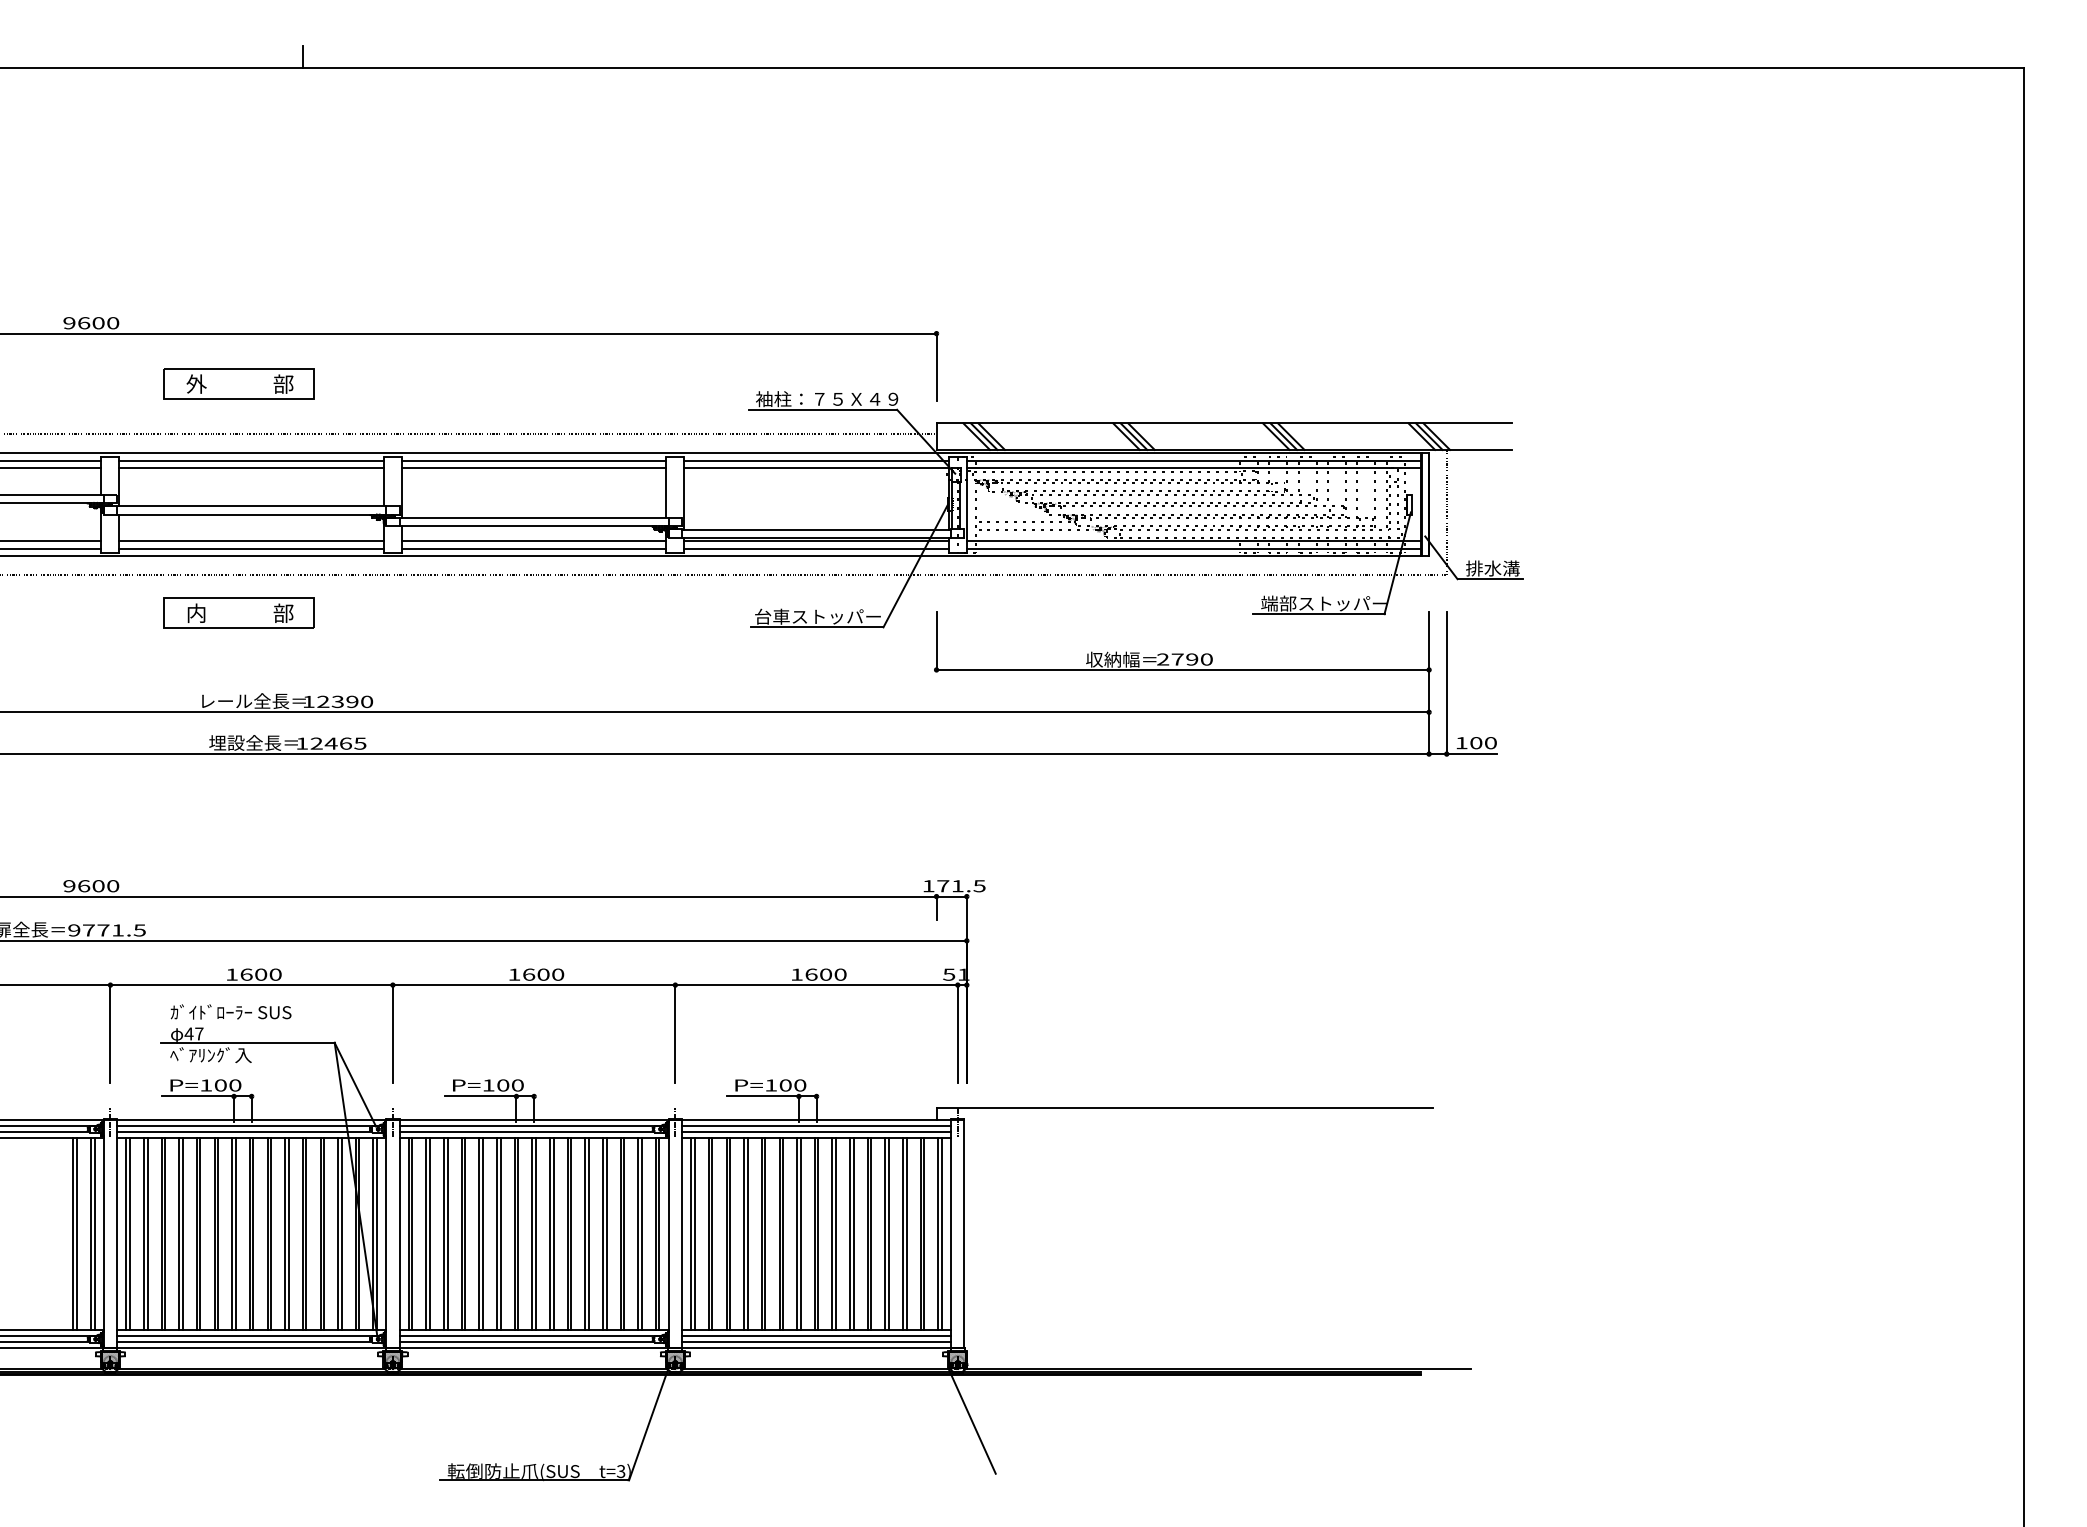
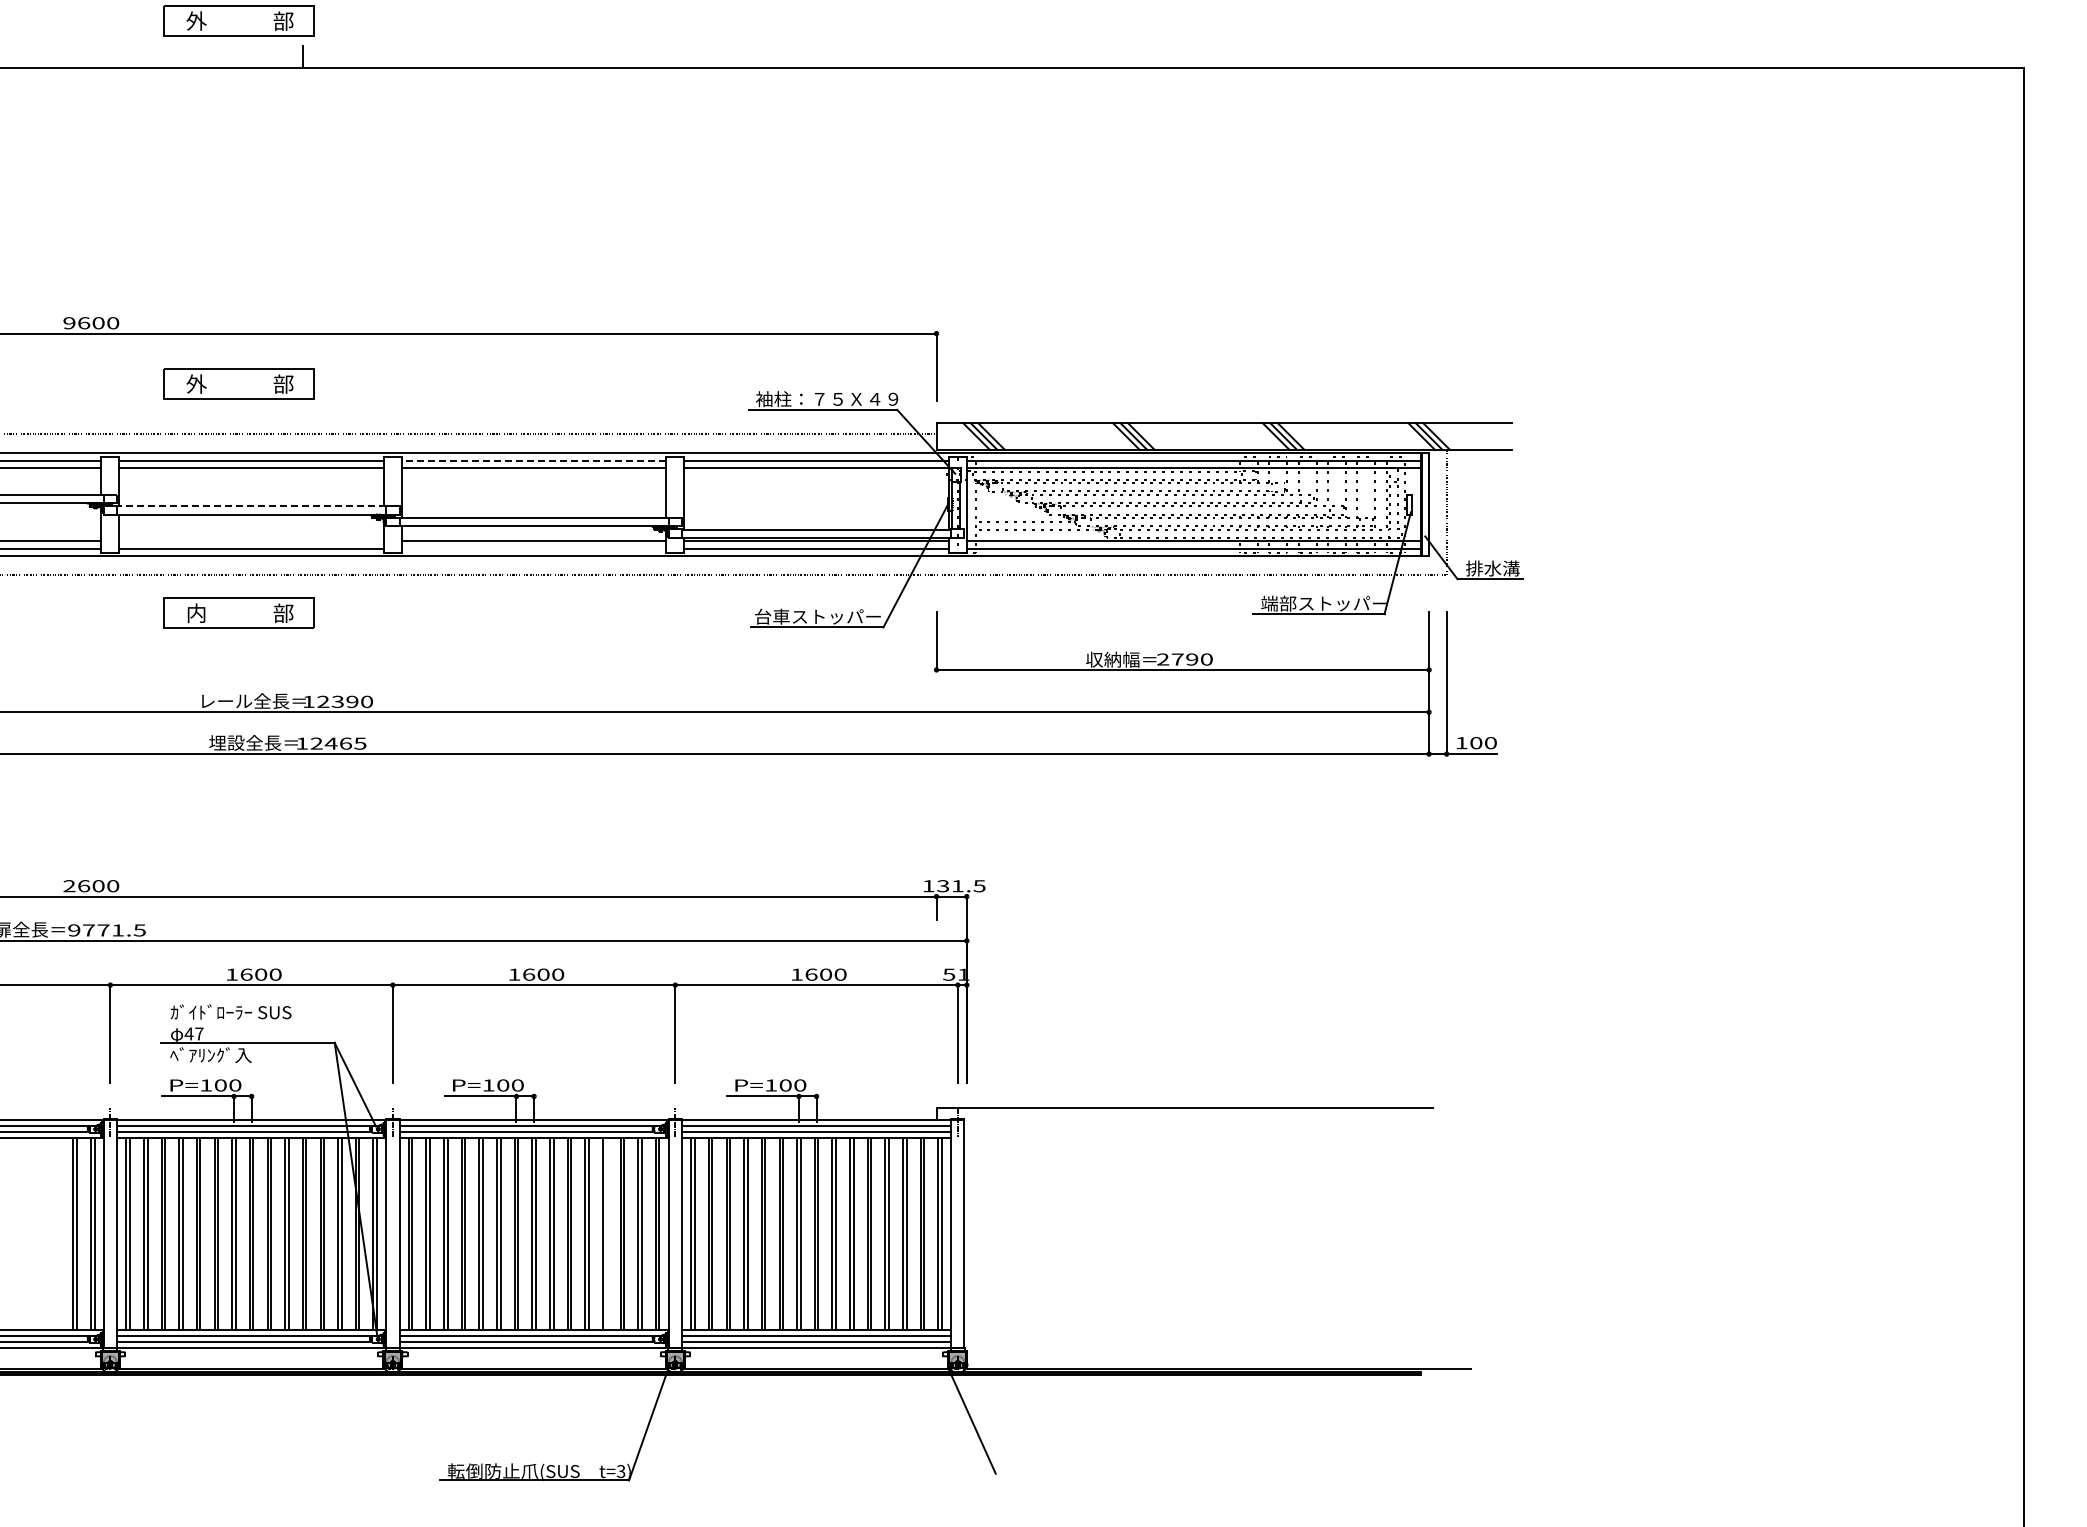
part at (238, 20): none -> present
line at (533, 460): solid -> dashed
line at (251, 506): solid -> dashed
line at (251, 540): present -> none
line at (533, 548): present -> none
text at (69, 886): 9600 -> 2600
text at (943, 886): 171.5 -> 131.5
line at (606, 1233): present -> none
